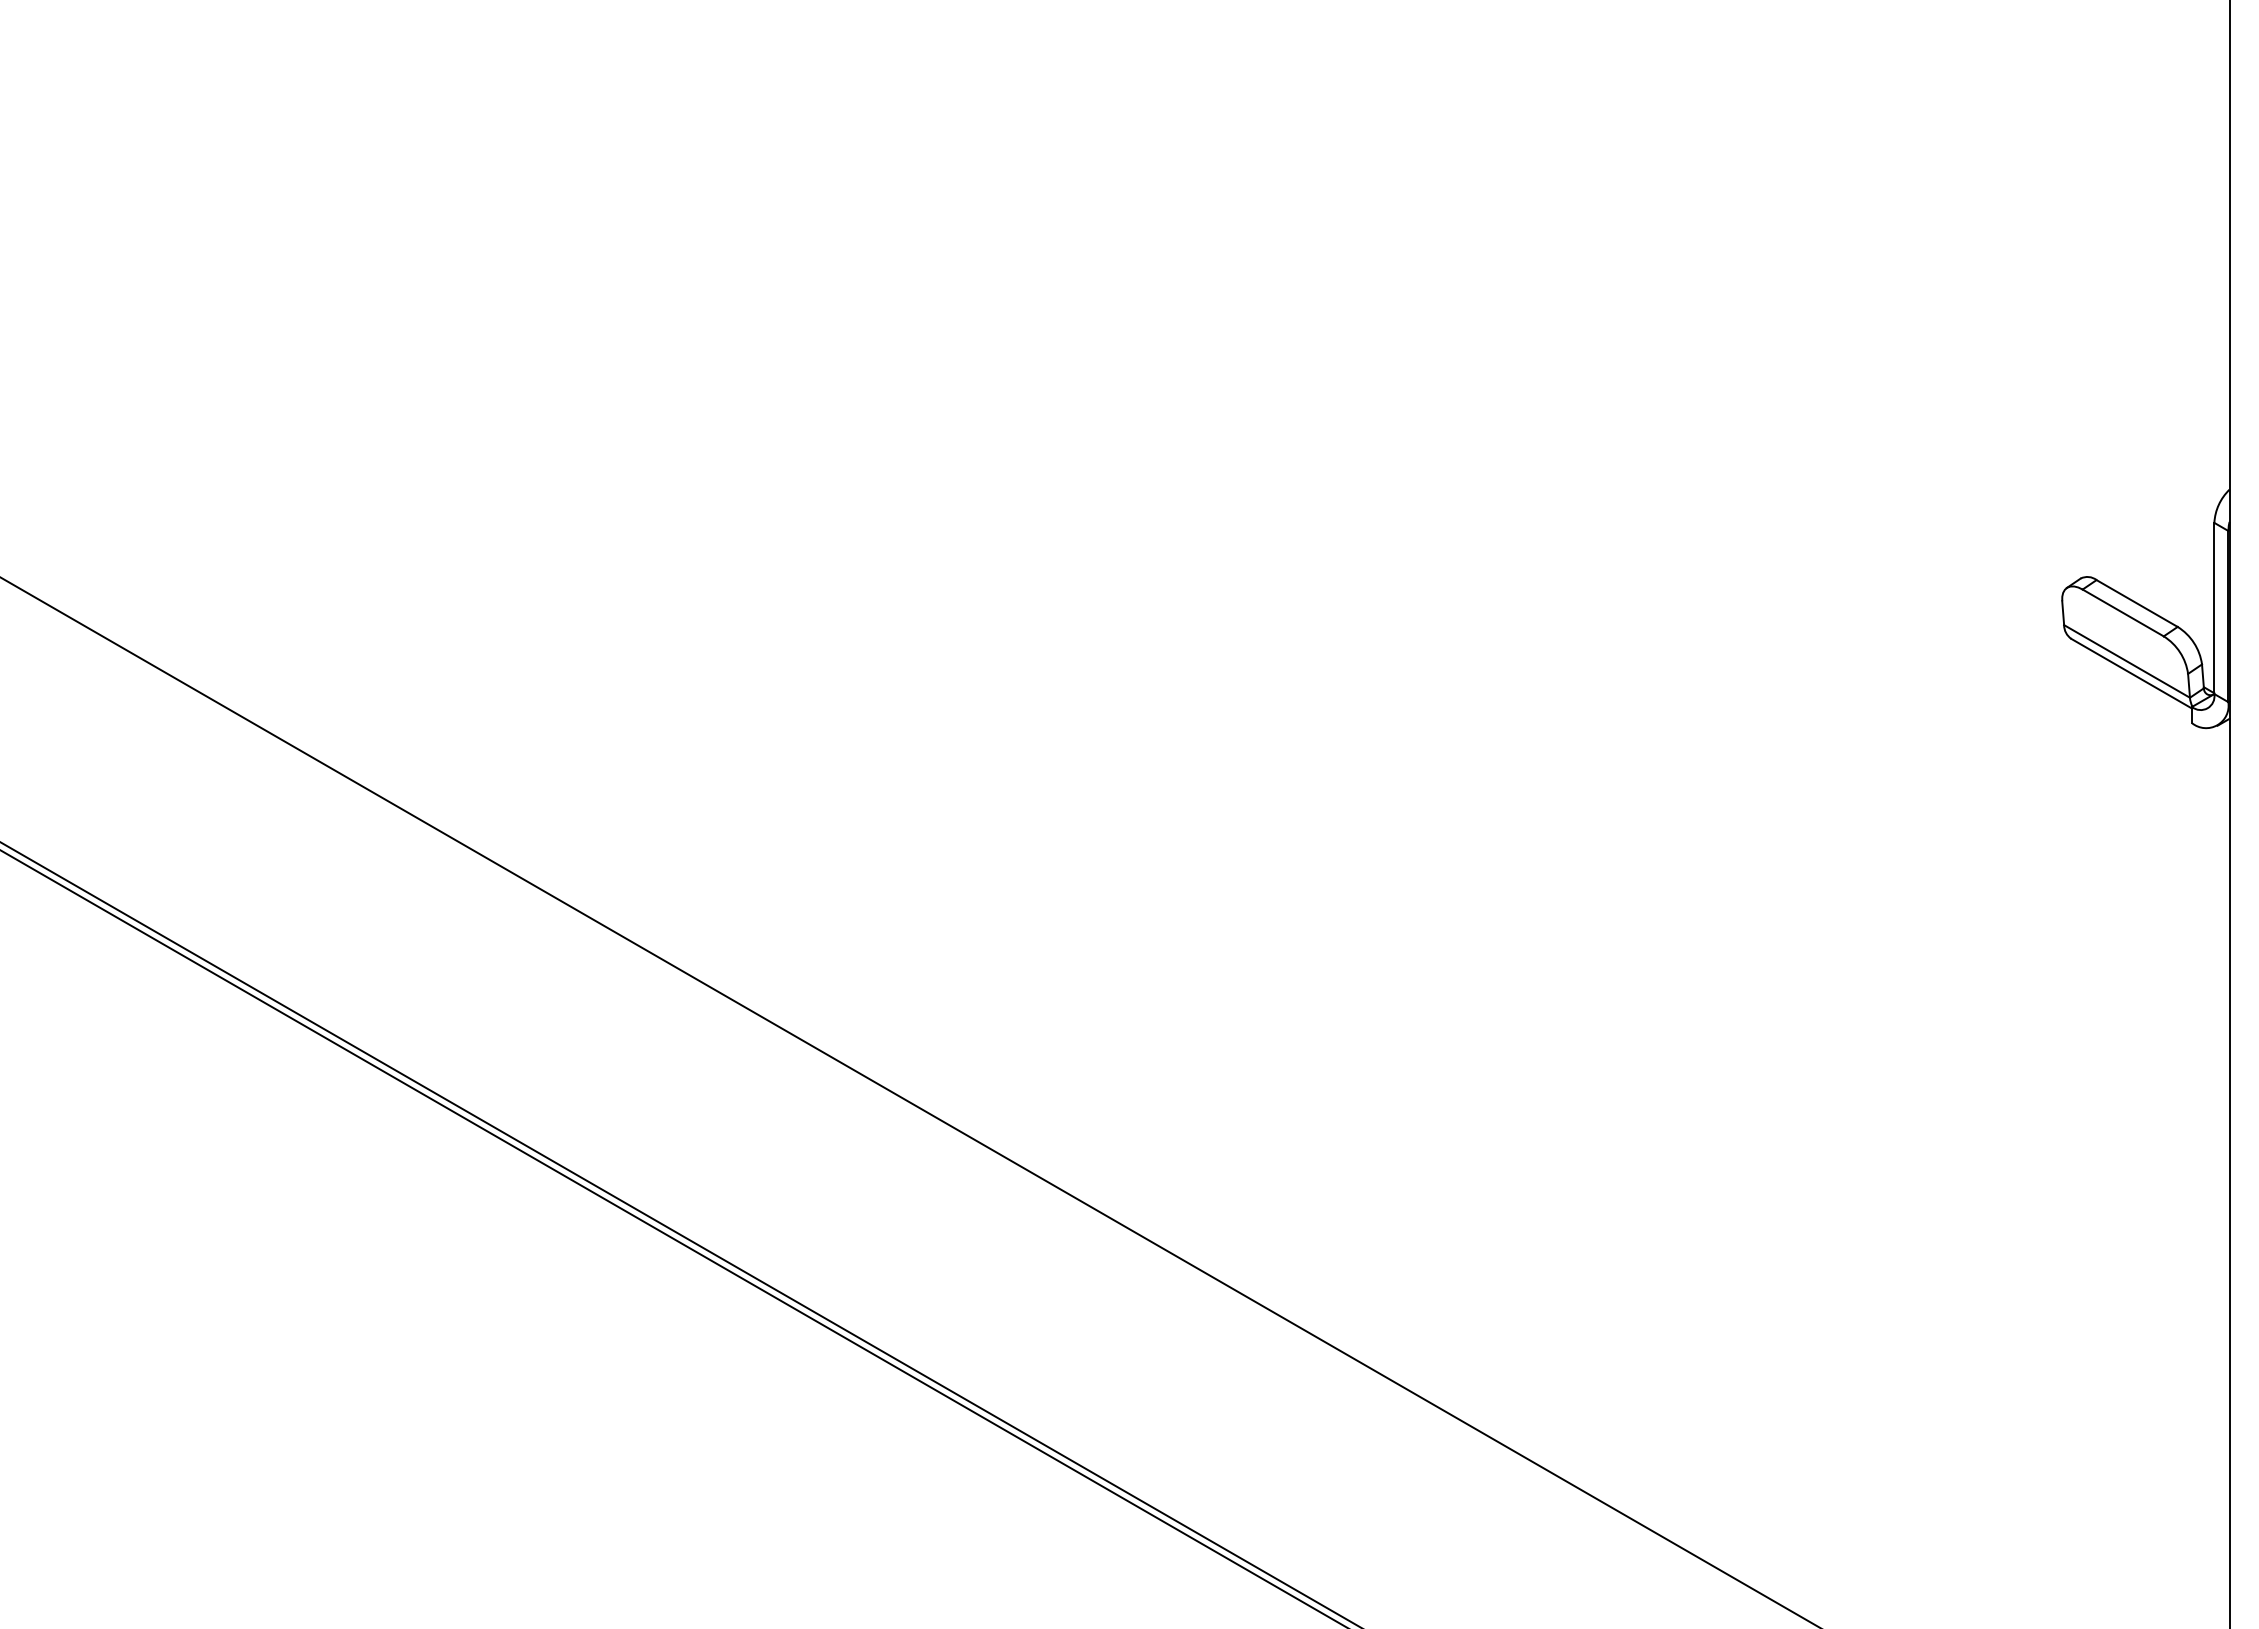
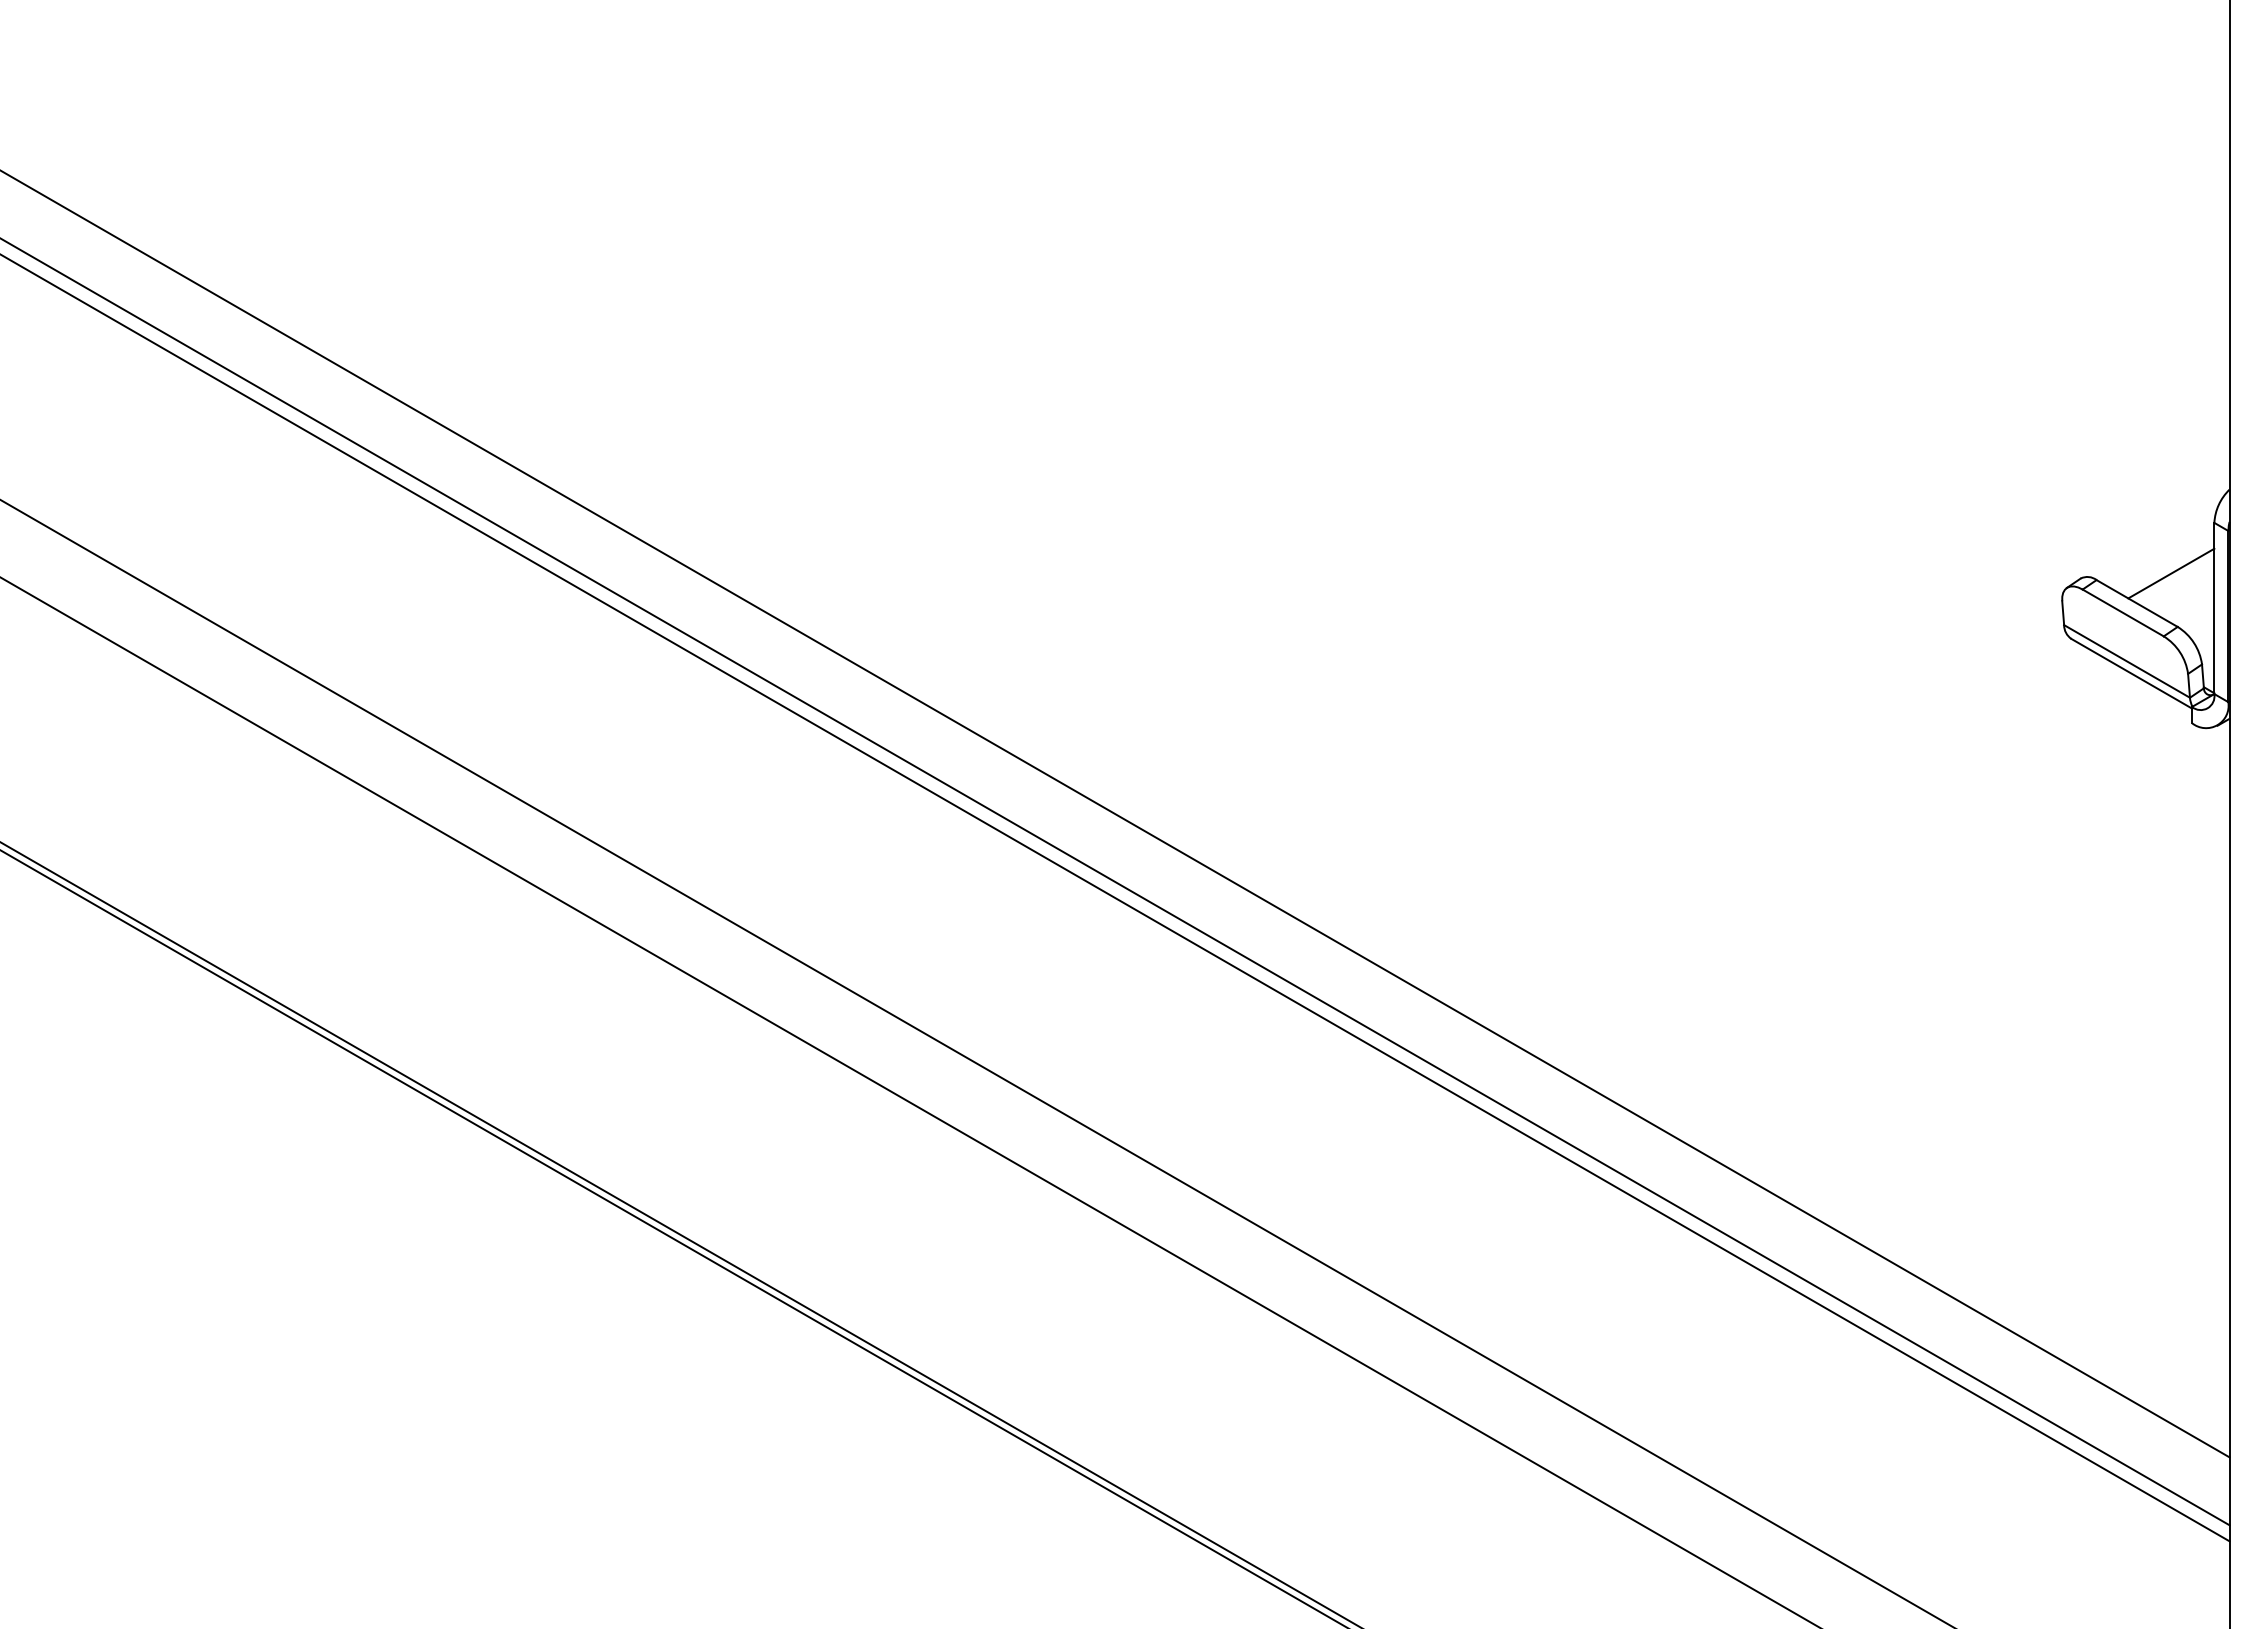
line at (2171, 573): none -> present
line at (1115, 814): none -> present
line at (1115, 882): none -> present
line at (1115, 898): none -> present
line at (976, 1063): none -> present
